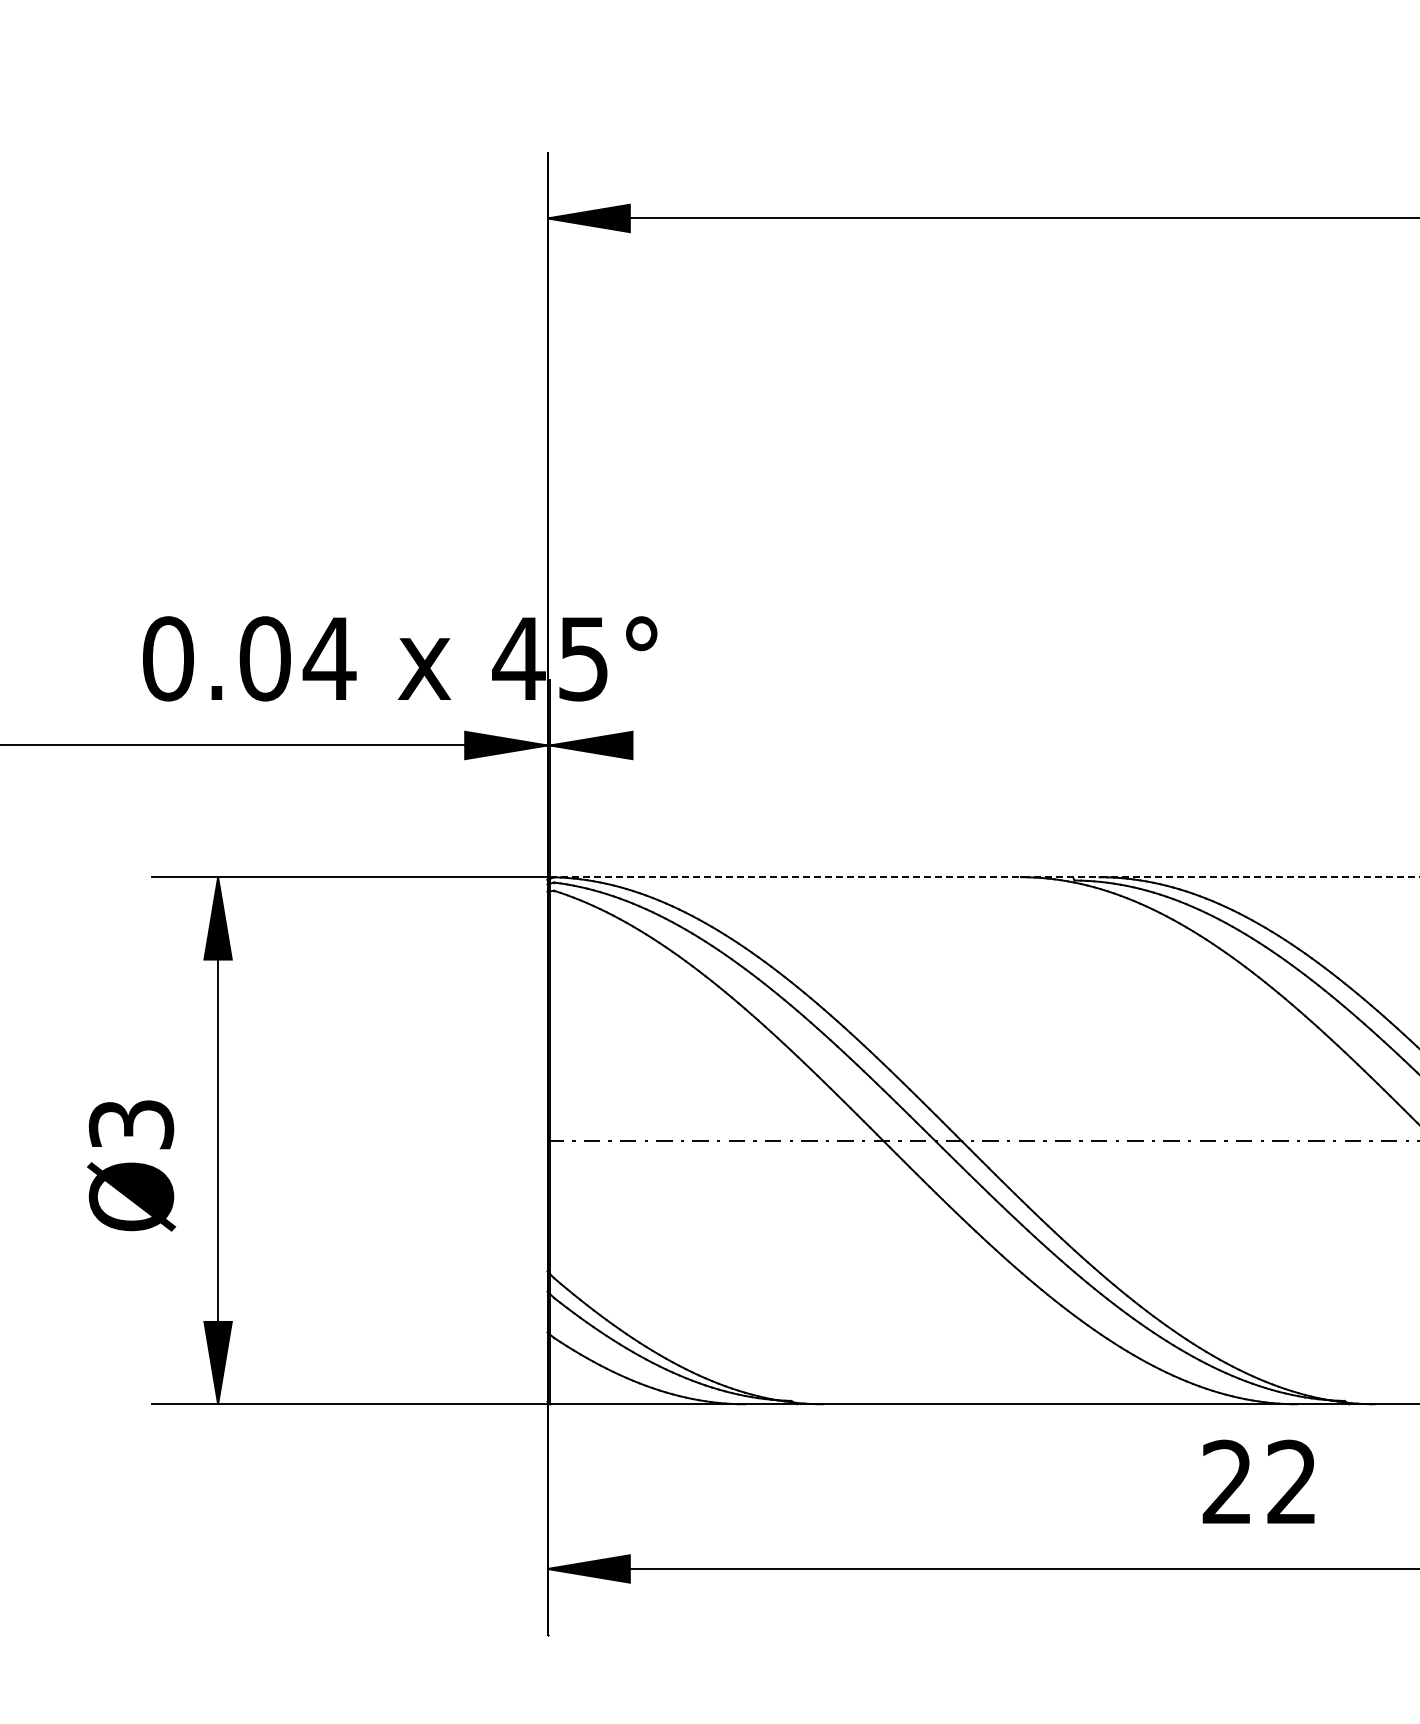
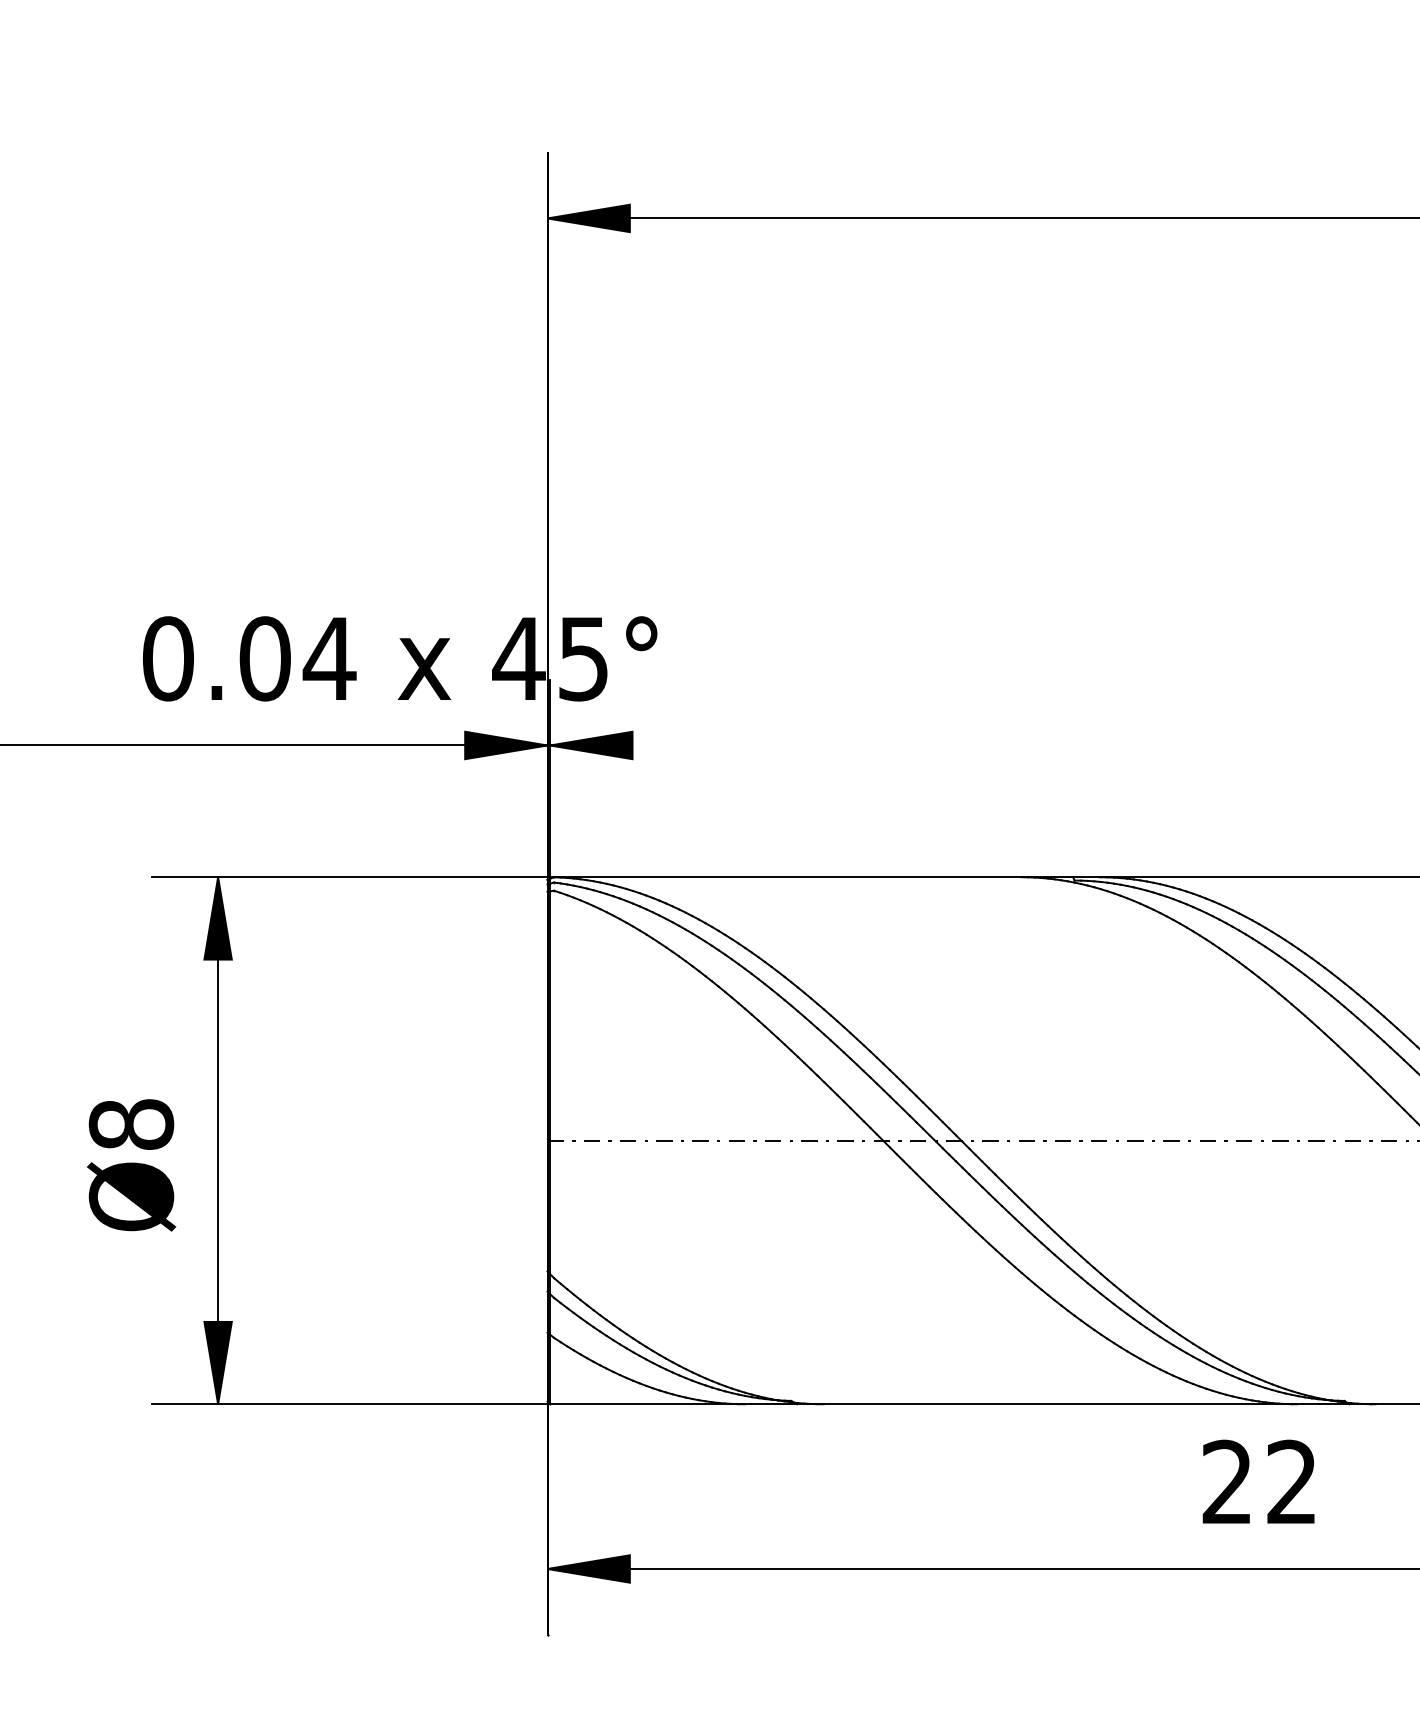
line at (985, 877): dashed -> solid
text at (131, 1124): Ø3 -> Ø8
